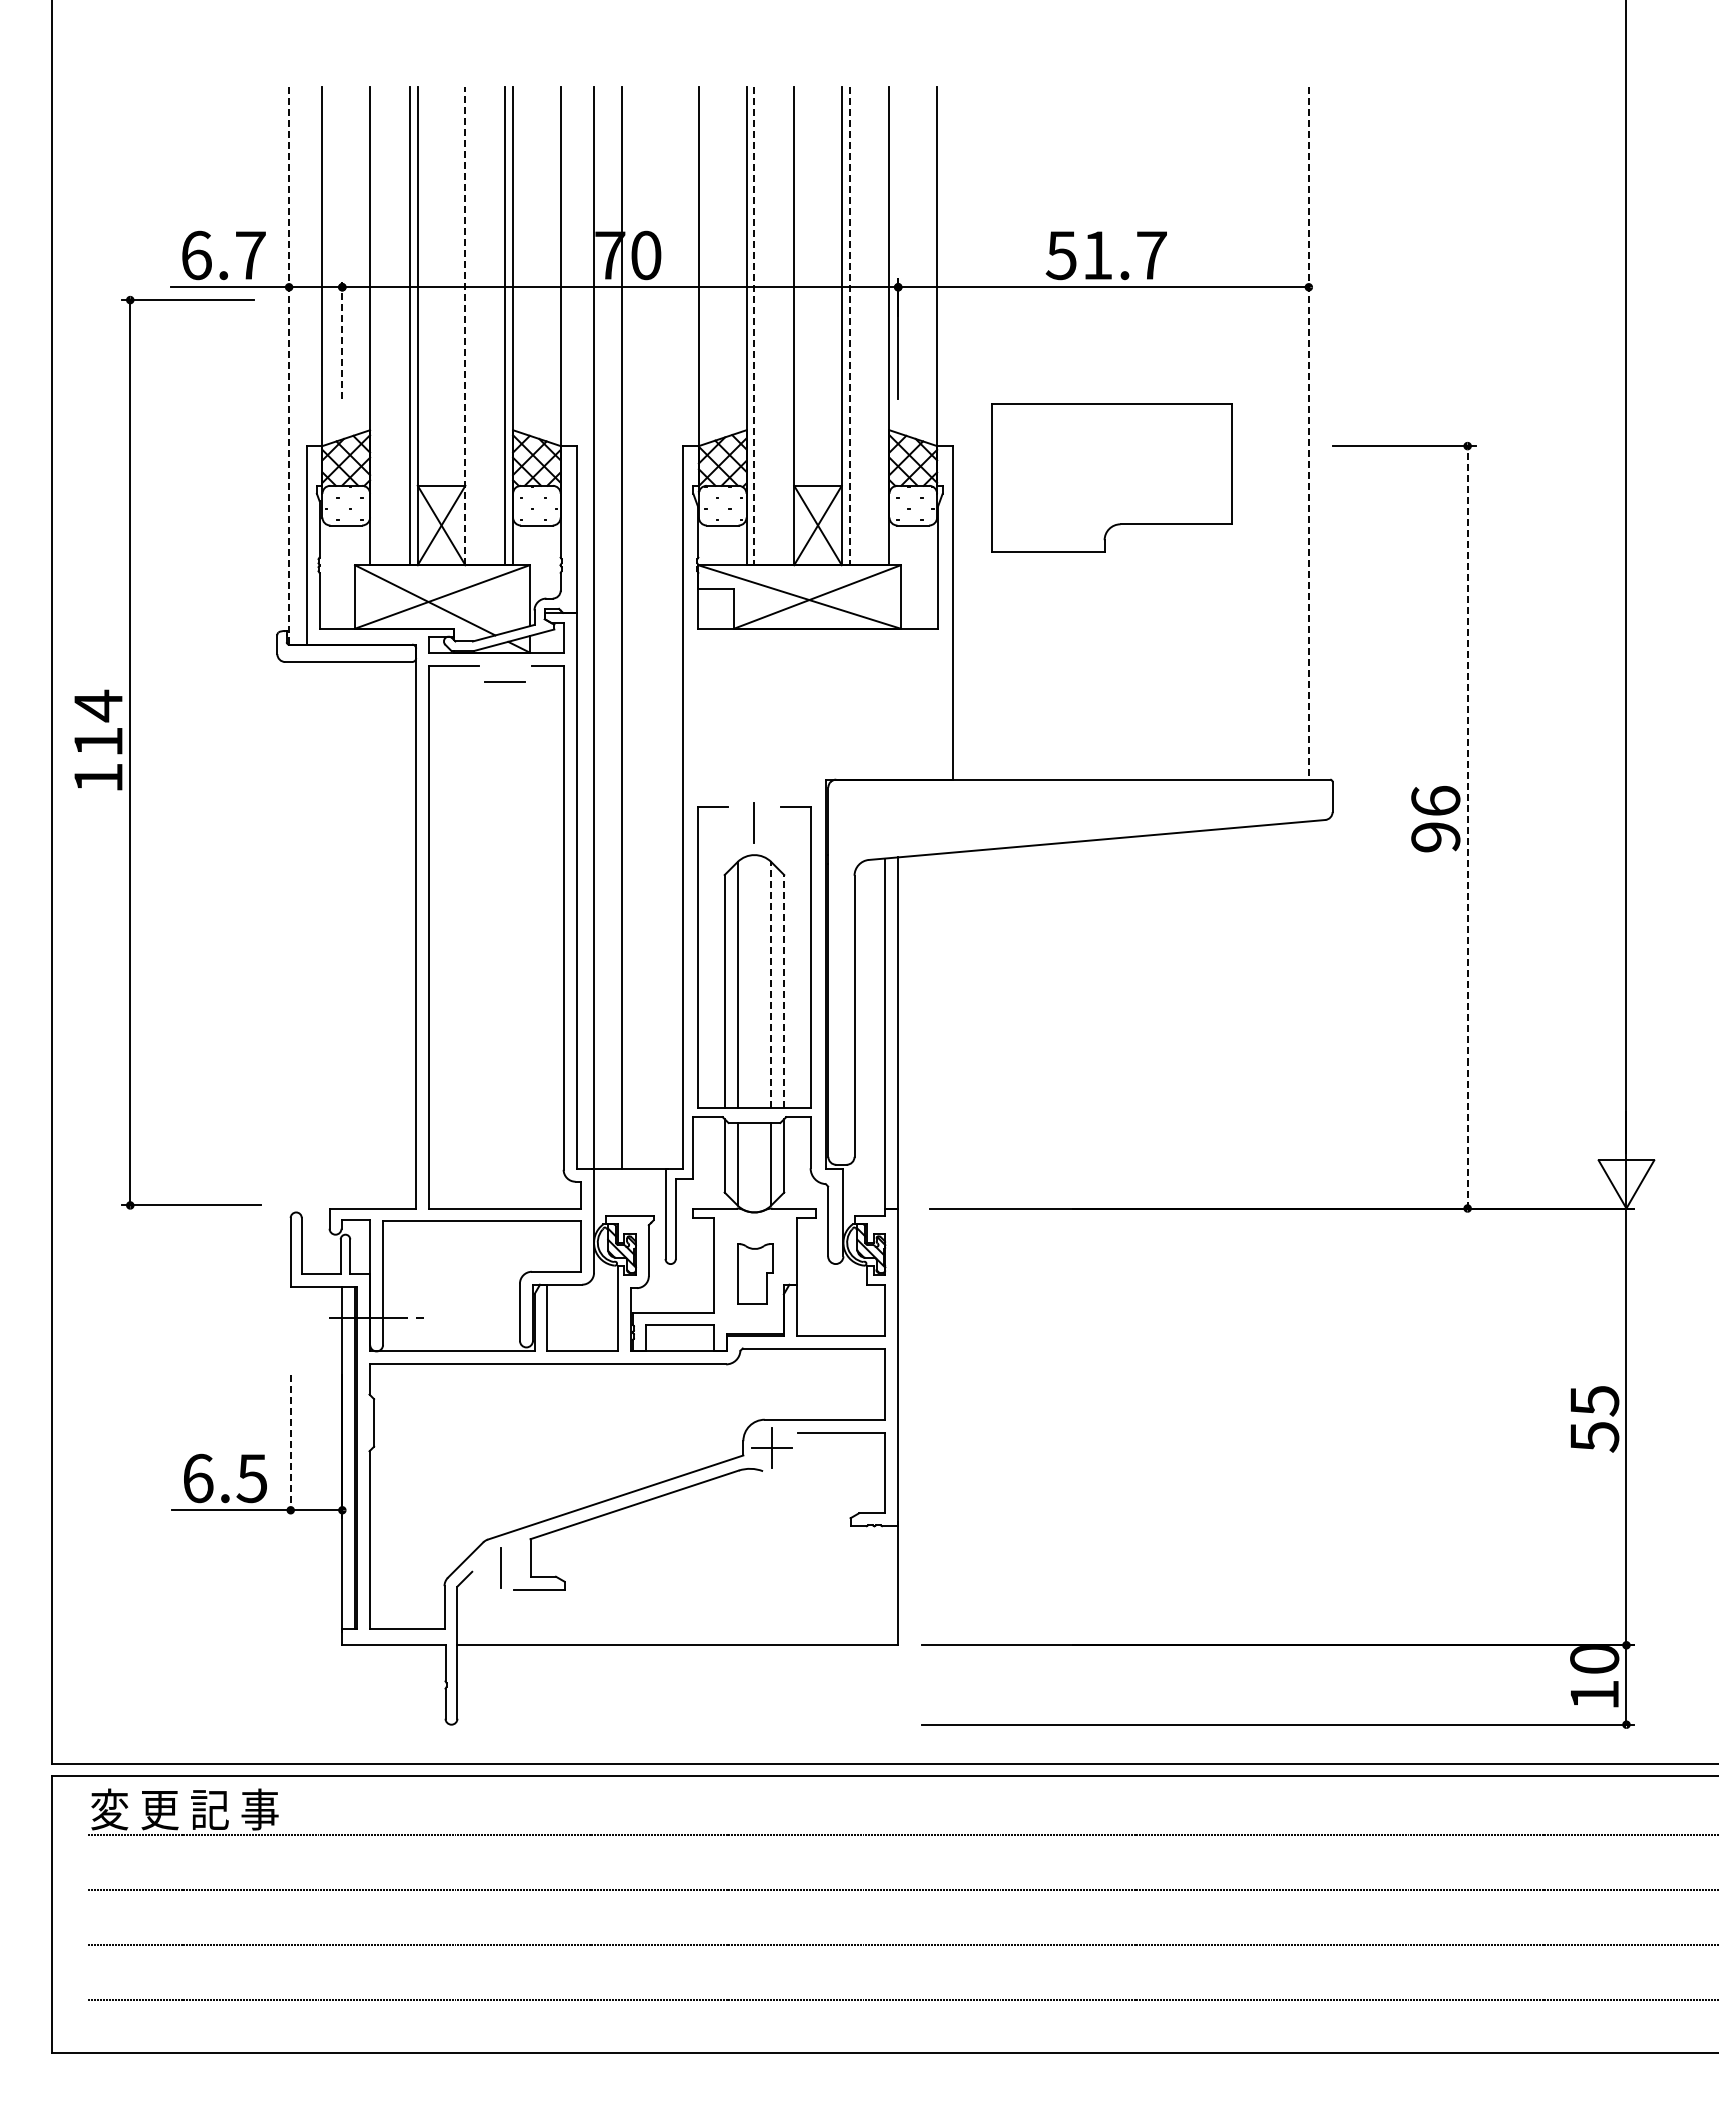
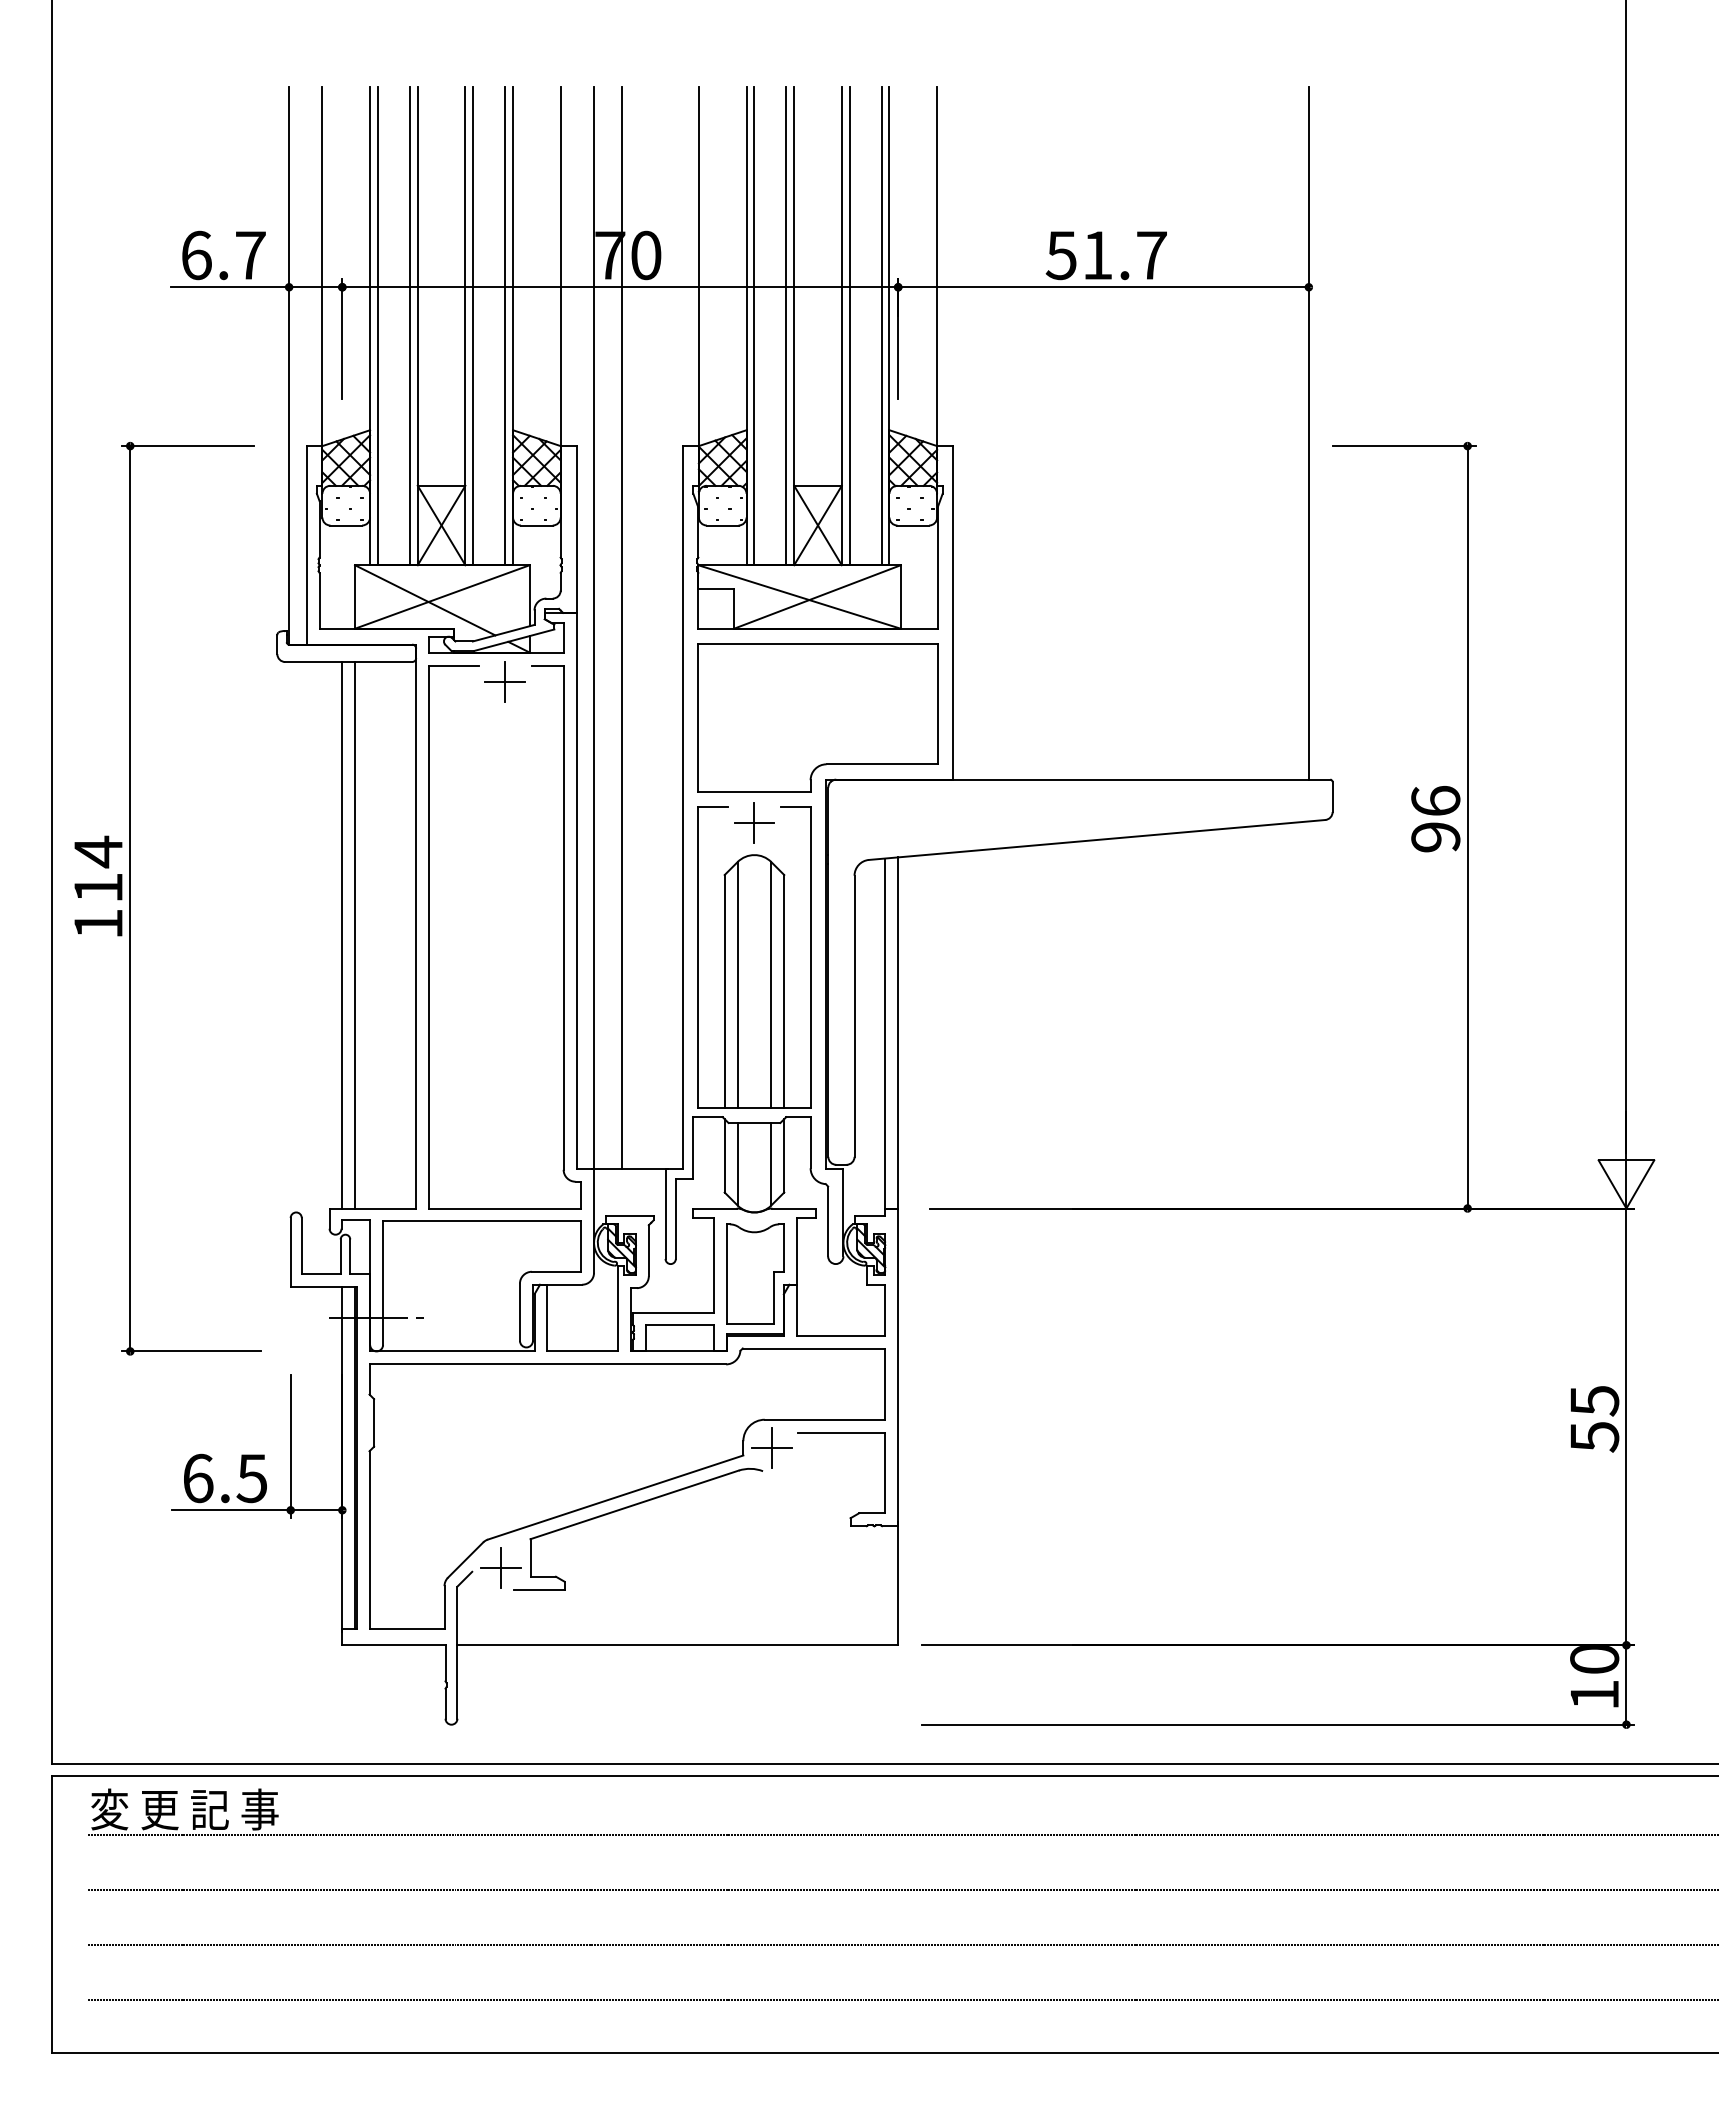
line at (378, 325): none -> present
line at (465, 325): dashed -> solid
line at (473, 325): none -> present
line at (786, 325): none -> present
line at (881, 325): none -> present
line at (754, 326): dashed -> solid
line at (849, 326): dashed -> solid
line at (342, 339): dashed -> solid
line at (289, 365): dashed -> solid
line at (1308, 433): dashed -> solid
part at (1111, 477) position: (1111, 477) -> (817, 717)
line at (505, 681): none -> present
part at (130, 752) position: (130, 752) -> (130, 898)
line at (754, 823): none -> present
line at (1467, 826): dashed -> solid
line at (342, 935): none -> present
line at (355, 935): none -> present
line at (771, 984): dashed -> solid
line at (784, 990): dashed -> solid
part at (755, 1273) size: 37x62 px -> 59x102 px
line at (290, 1447): dashed -> solid
line at (500, 1568): none -> present
